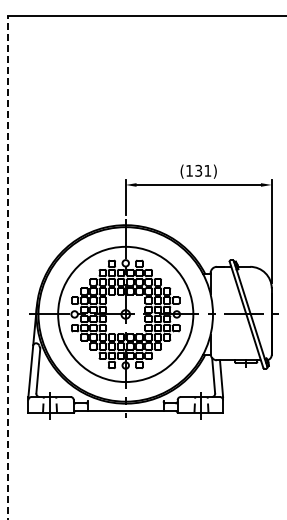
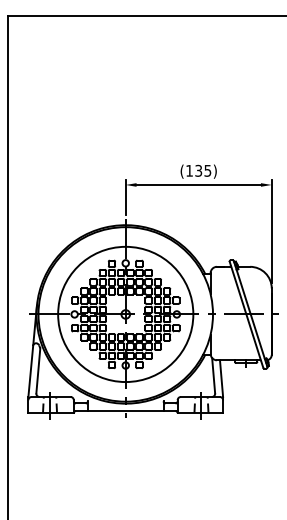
text at (207, 170): (131) -> (135)
line at (8, 267): dashed -> solid
